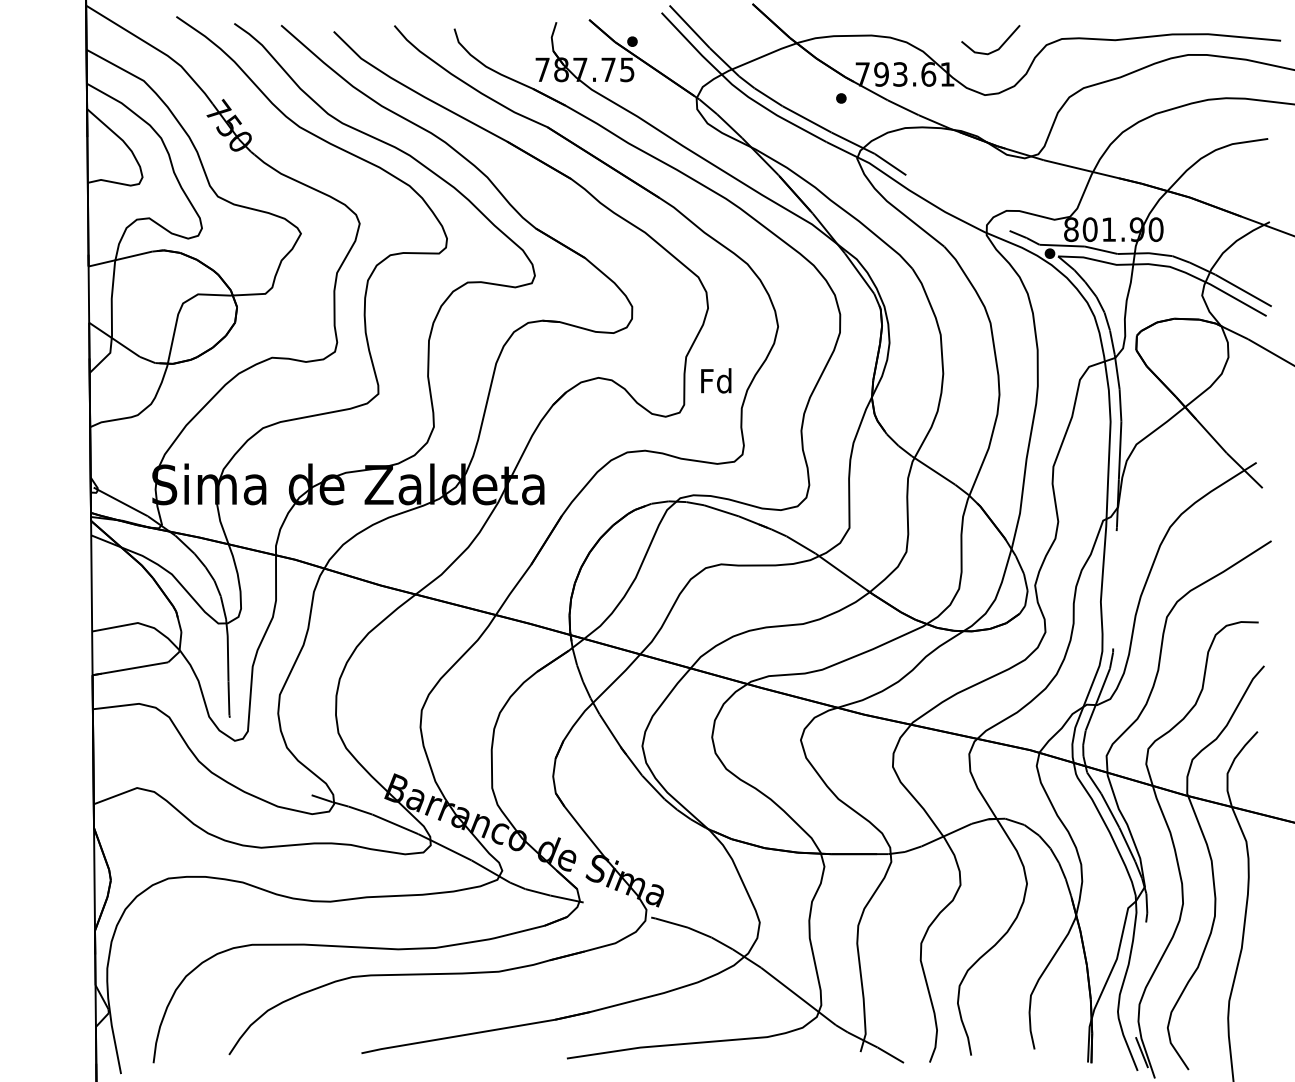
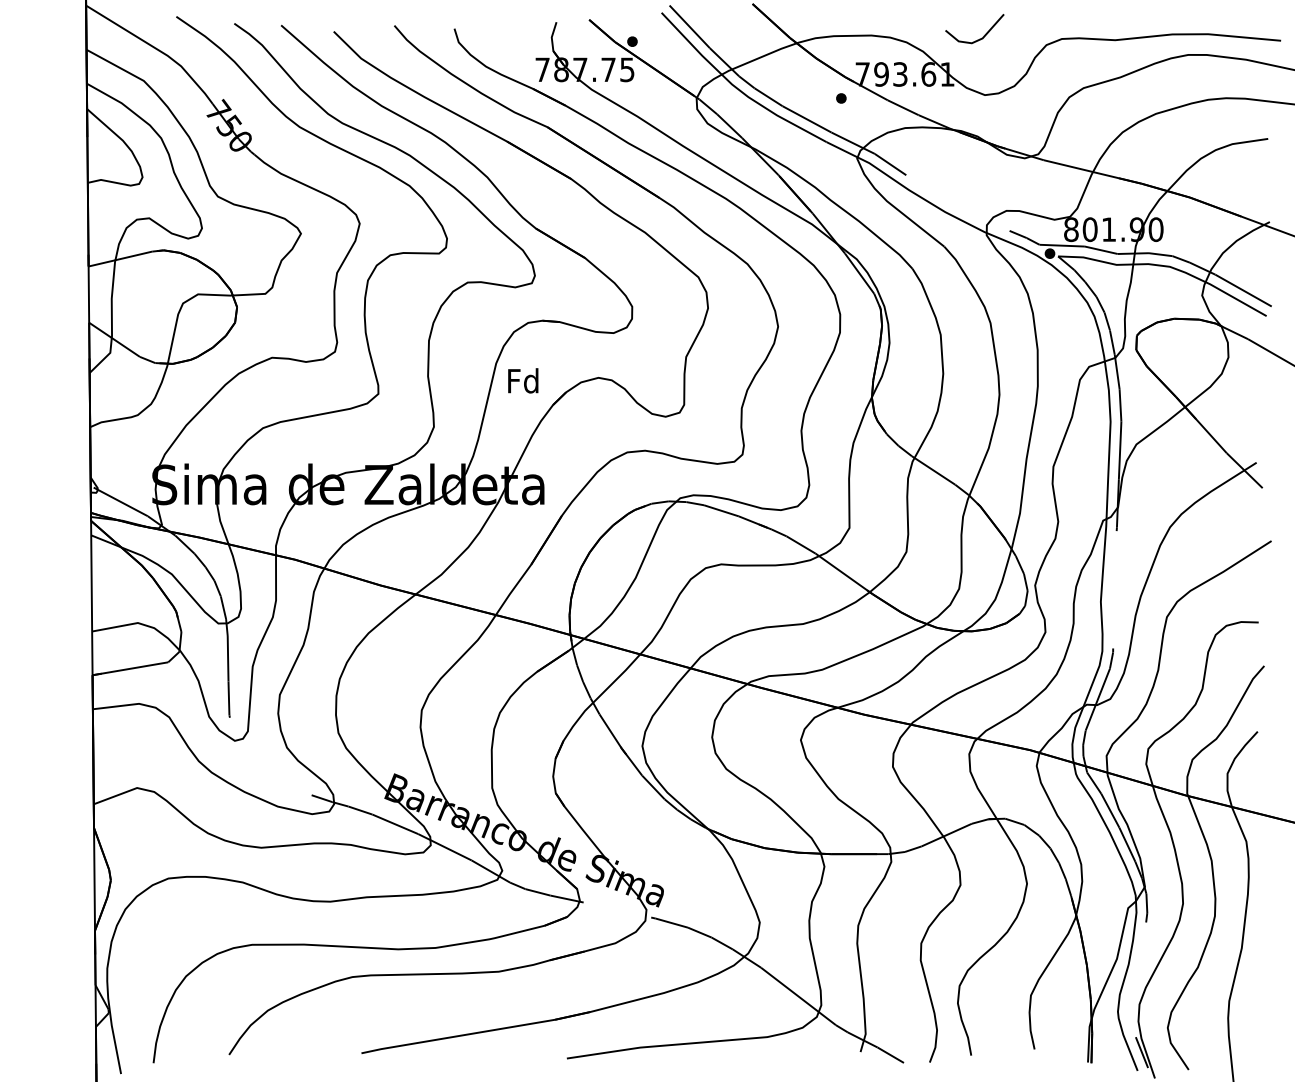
line at (995, 49) position: (995, 49) -> (979, 38)
text at (716, 380) position: (716, 380) -> (523, 380)
